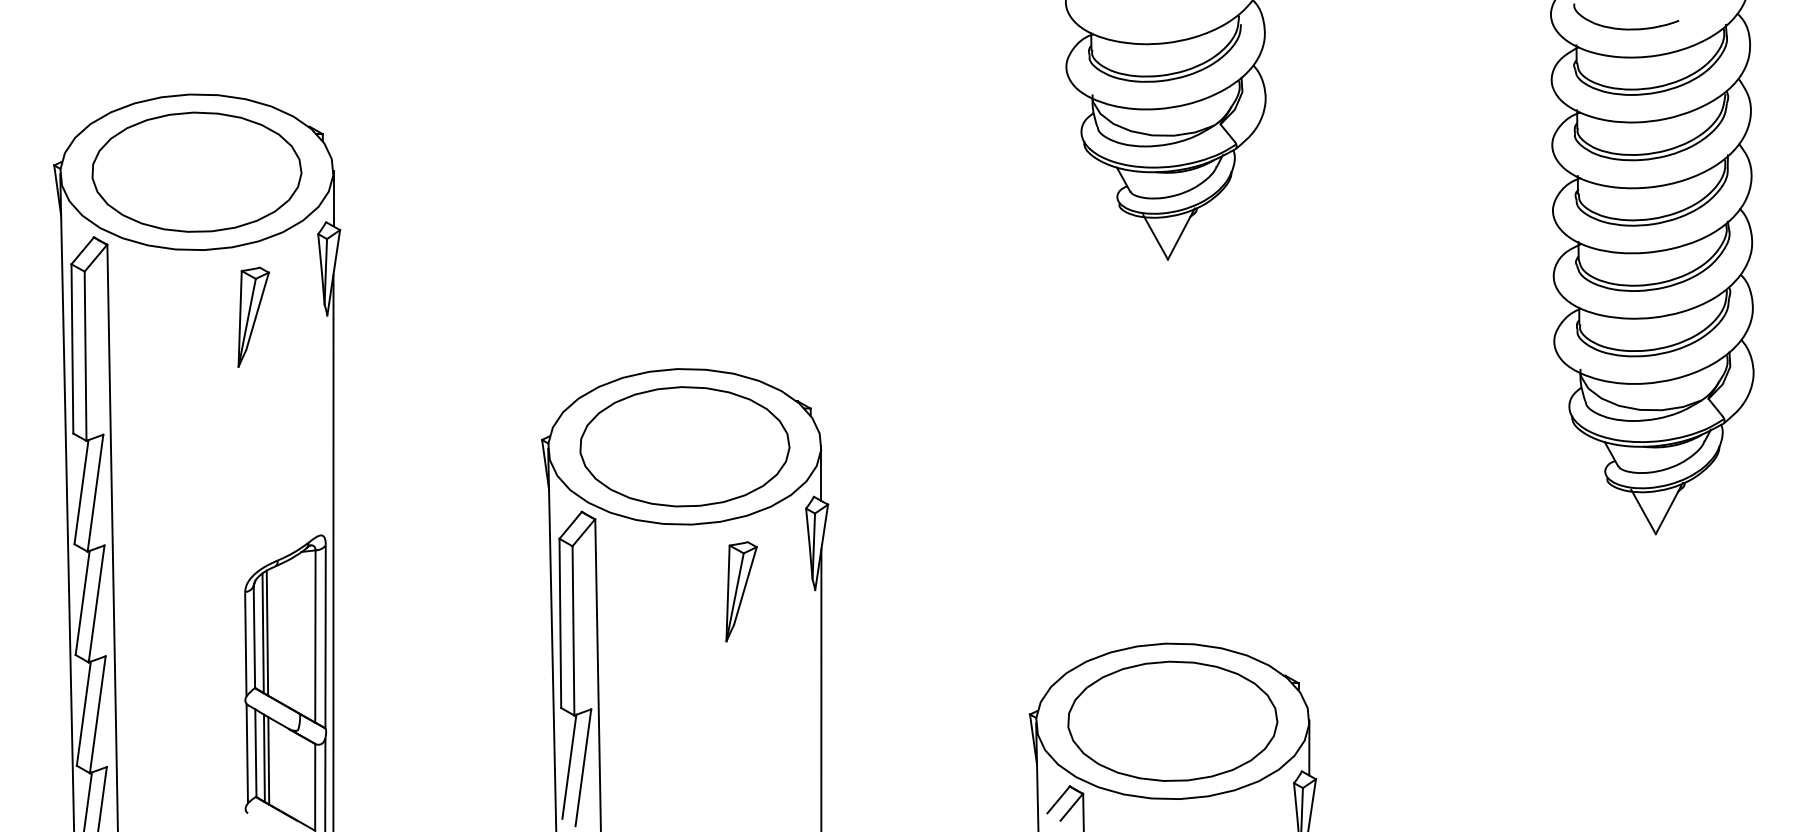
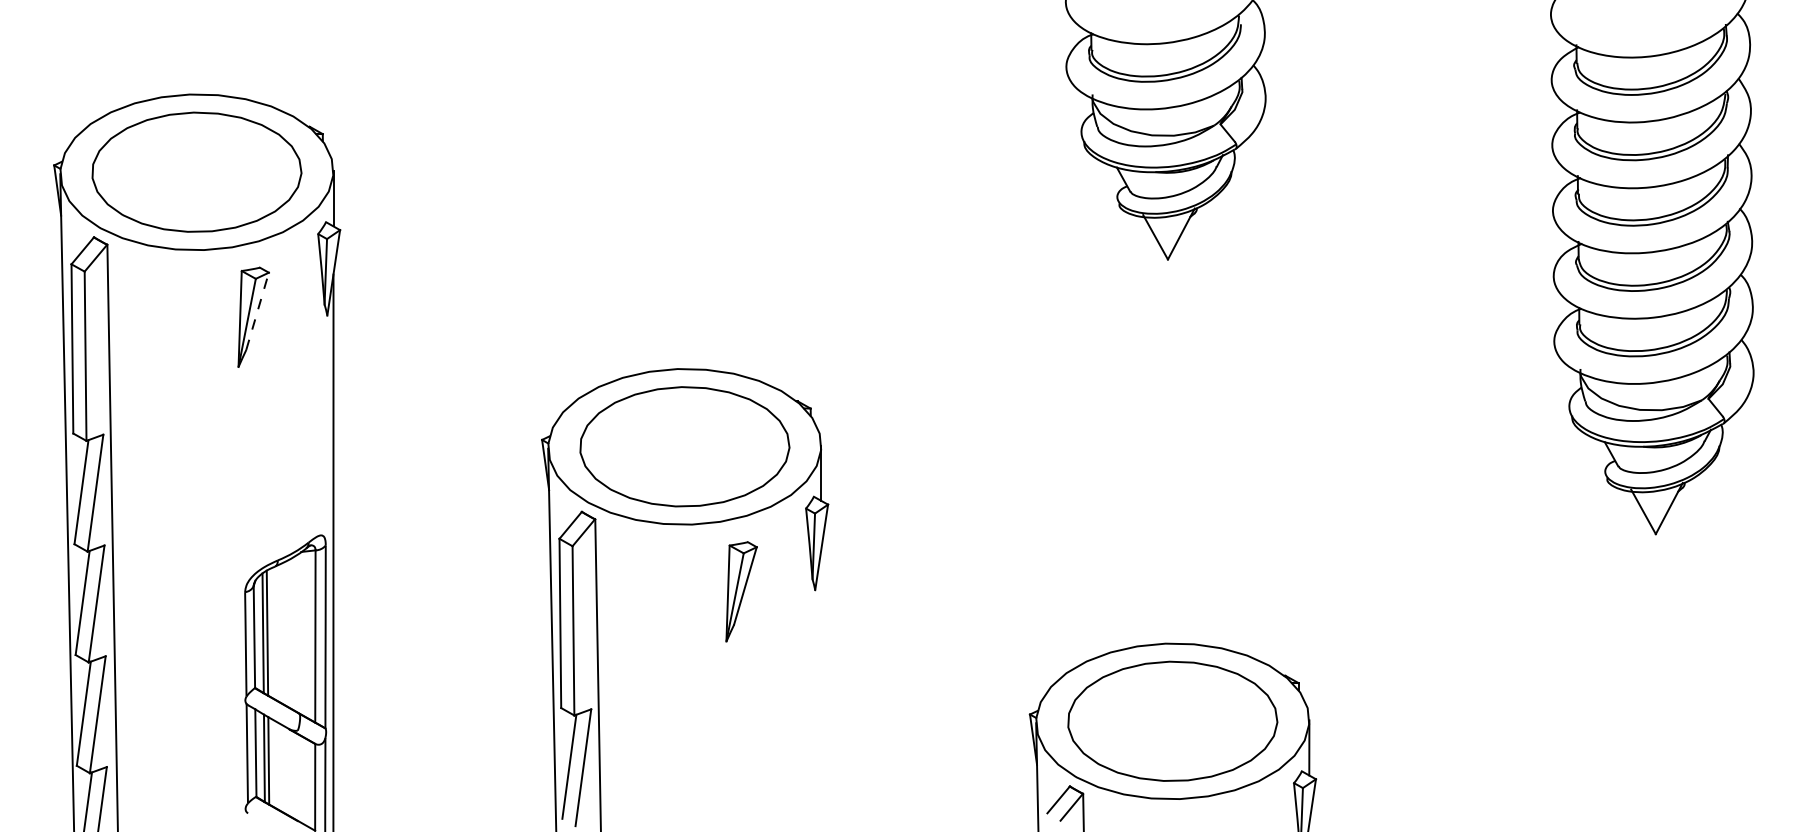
curve at (1626, 28): present -> none
line at (257, 310): solid -> dashed
line at (821, 688): present -> none
